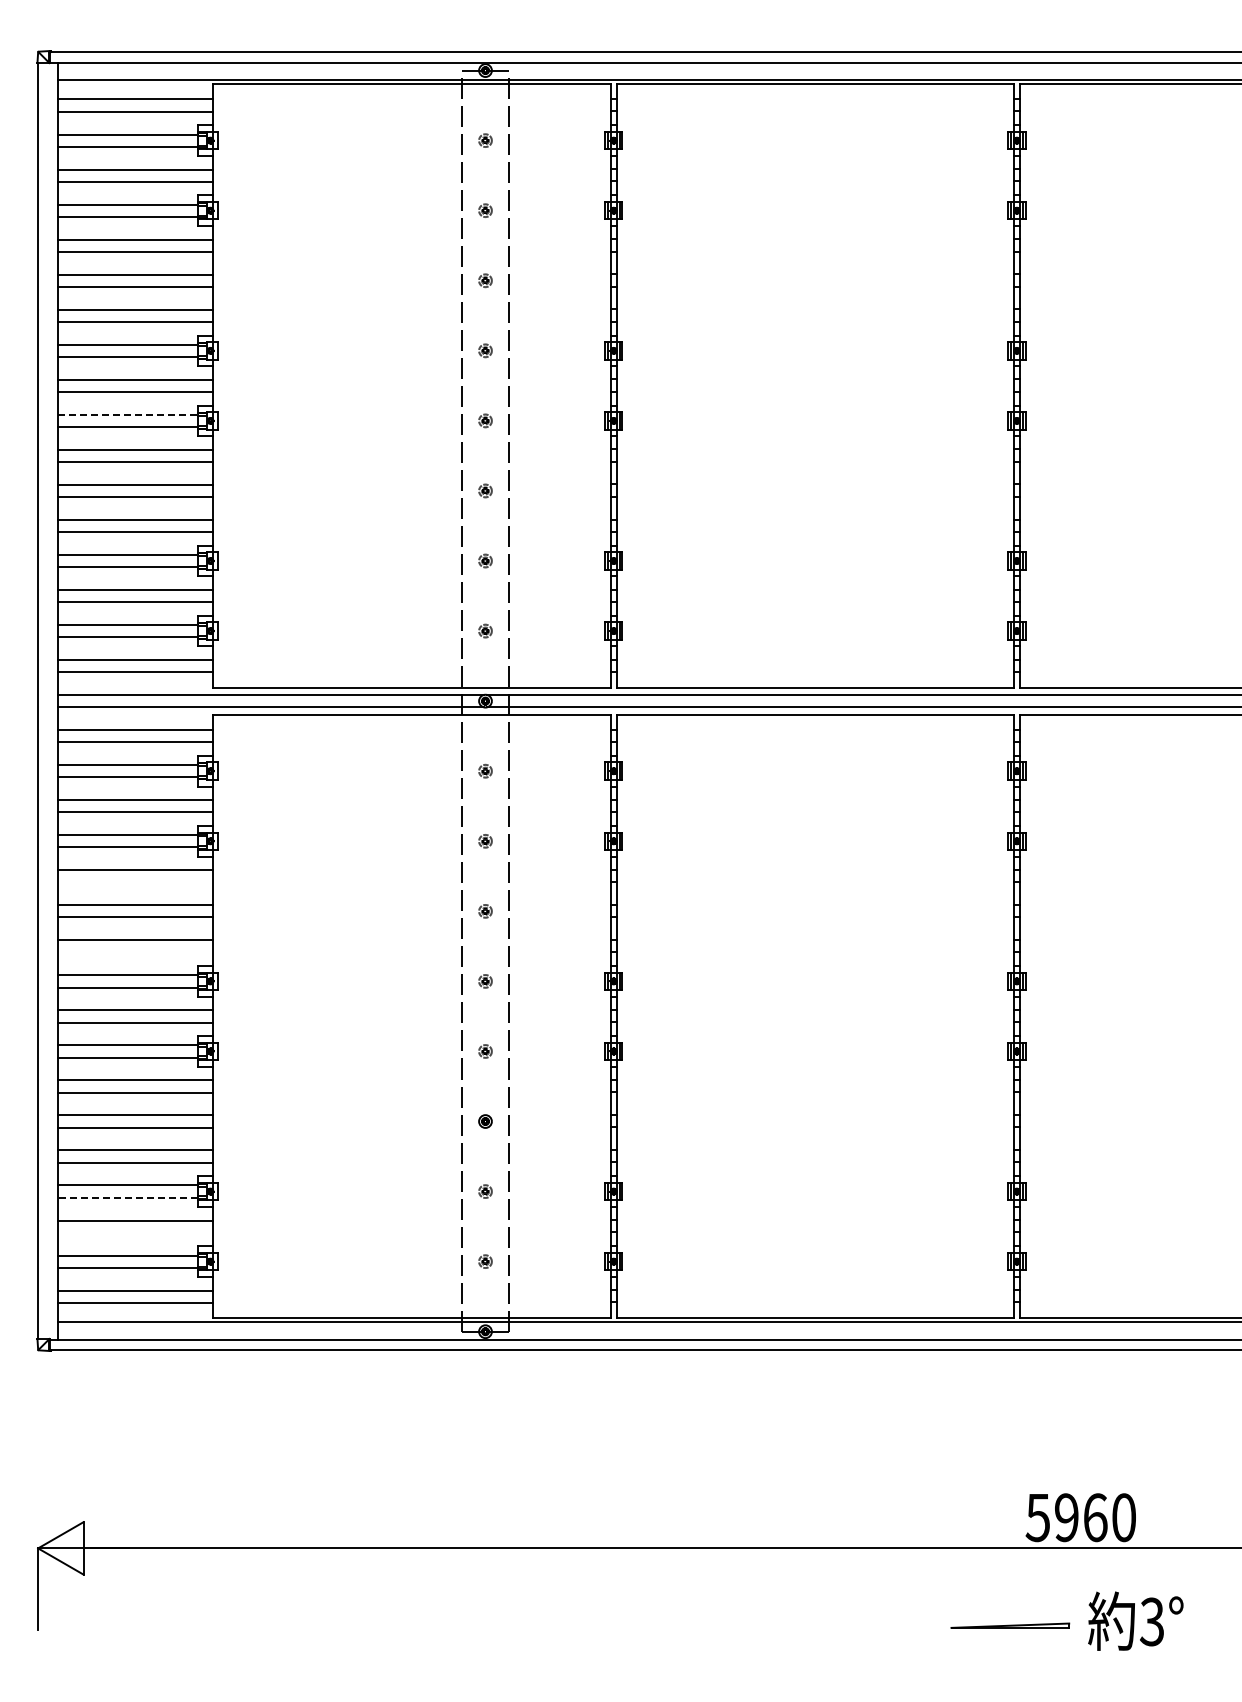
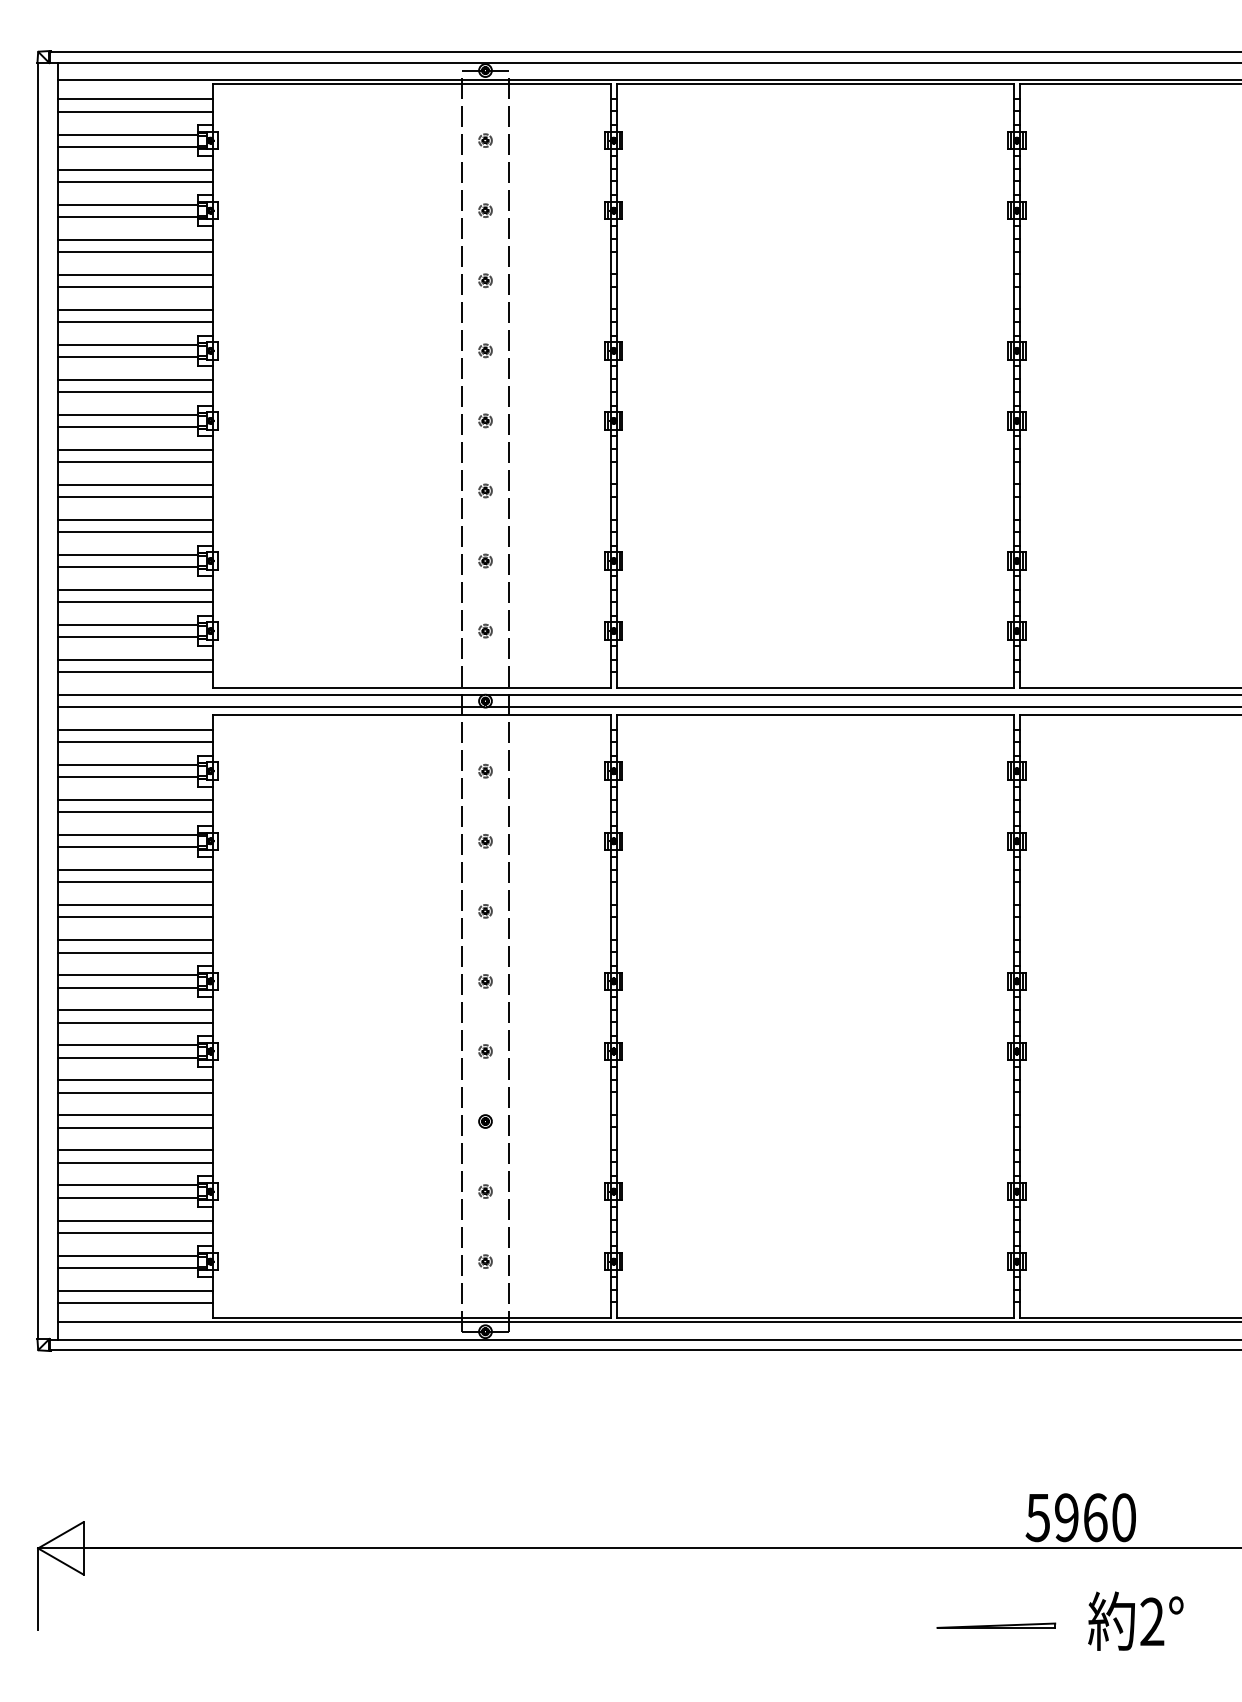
line at (128, 414): dashed -> solid
line at (135, 882): none -> present
line at (135, 952): none -> present
line at (127, 1197): dashed -> solid
line at (135, 1232): none -> present
text at (1152, 1621): 3° -> 2°
part at (1010, 1625) position: (1010, 1625) -> (996, 1625)
